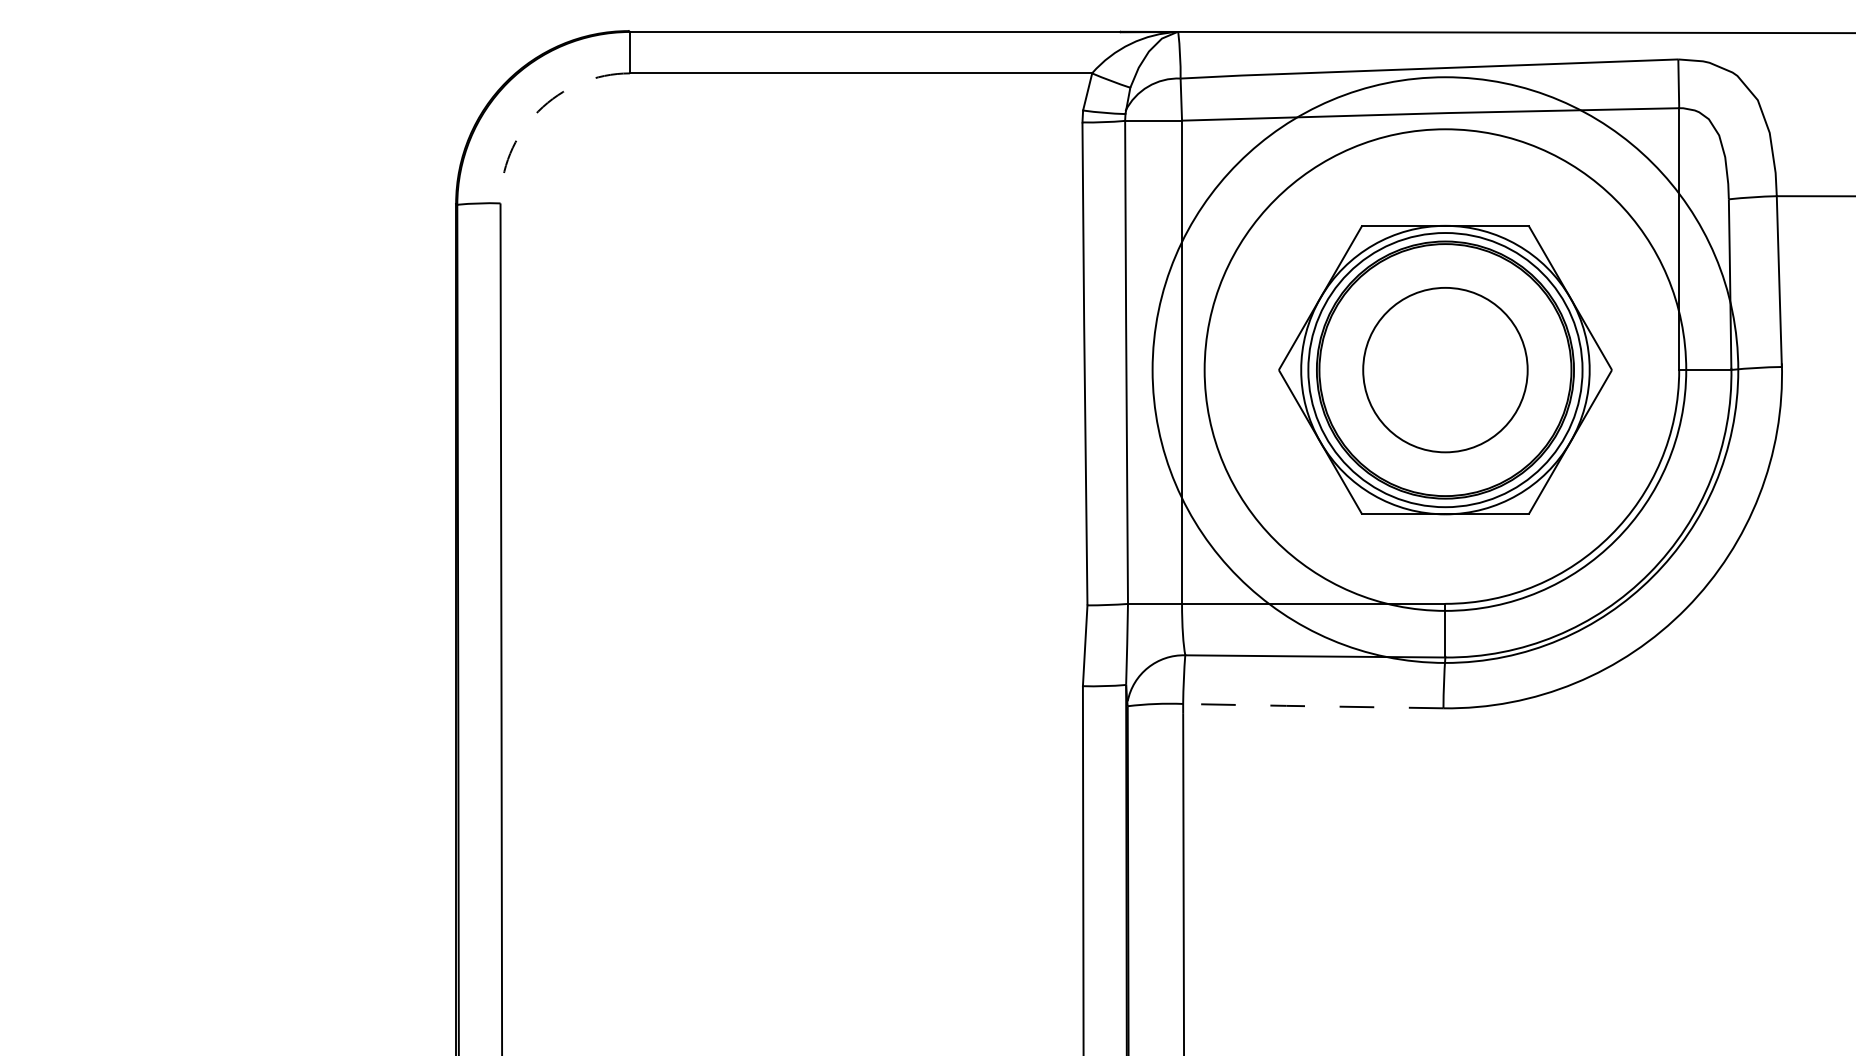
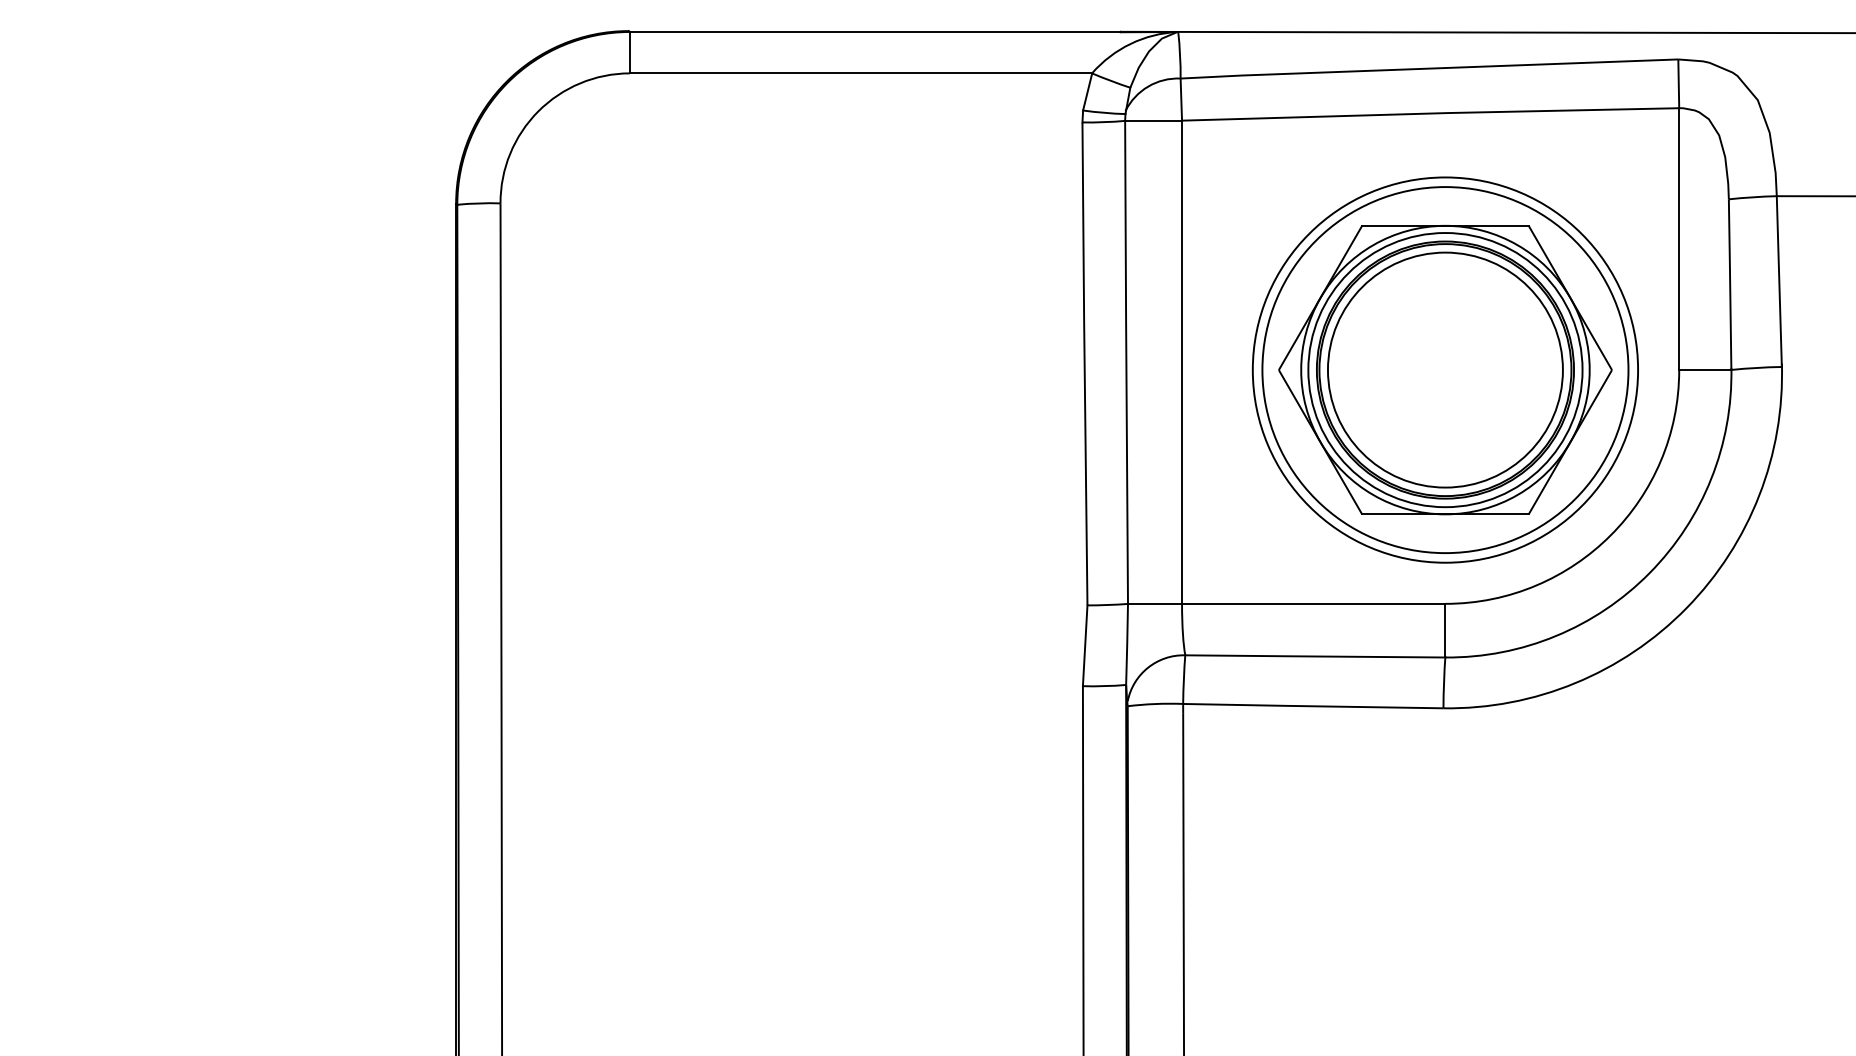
arc at (538, 111): dashed -> solid
circle at (1445, 369) diameter: 164 px -> 235 px
circle at (1445, 369) diameter: 482 px -> 385 px
circle at (1445, 369) diameter: 586 px -> 366 px
line at (1312, 706): dashed -> solid
